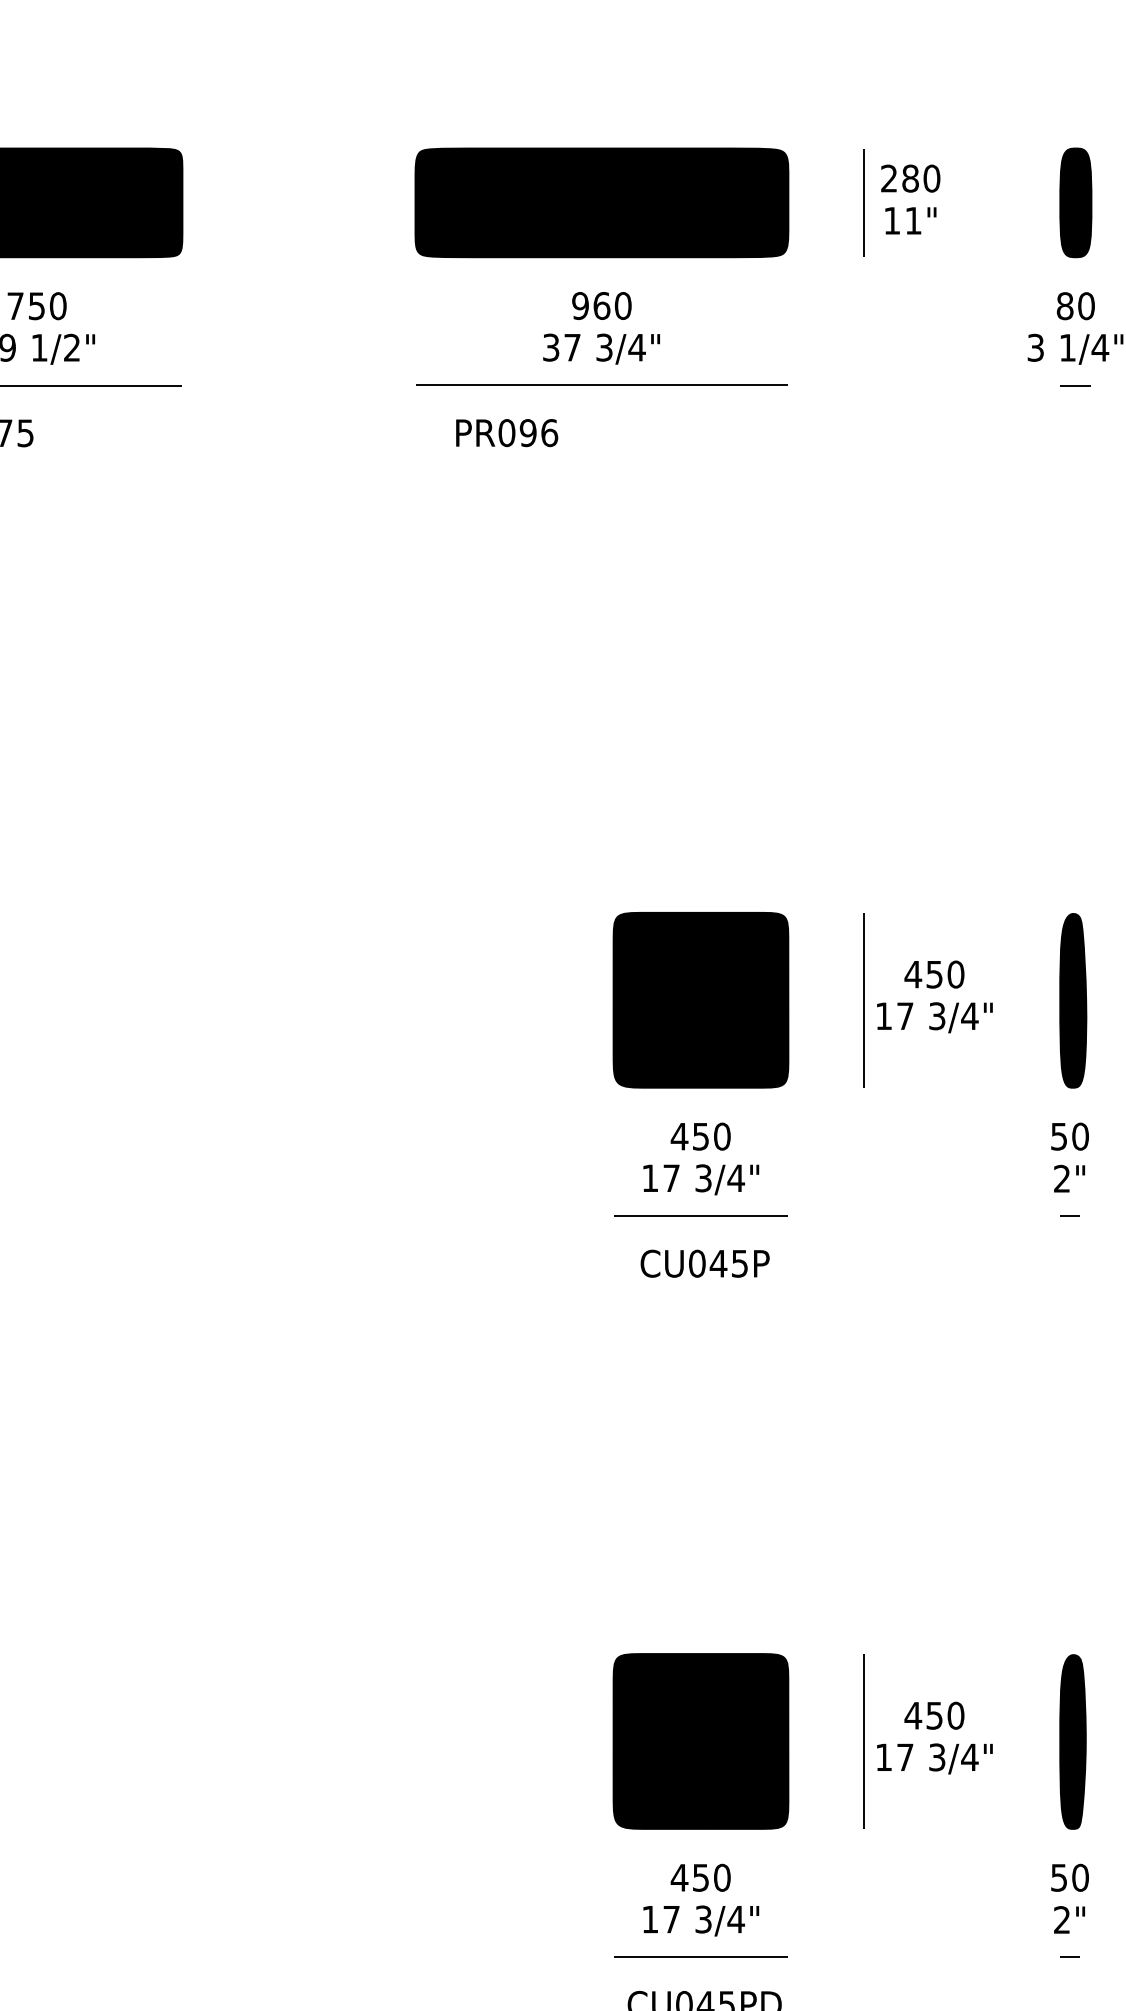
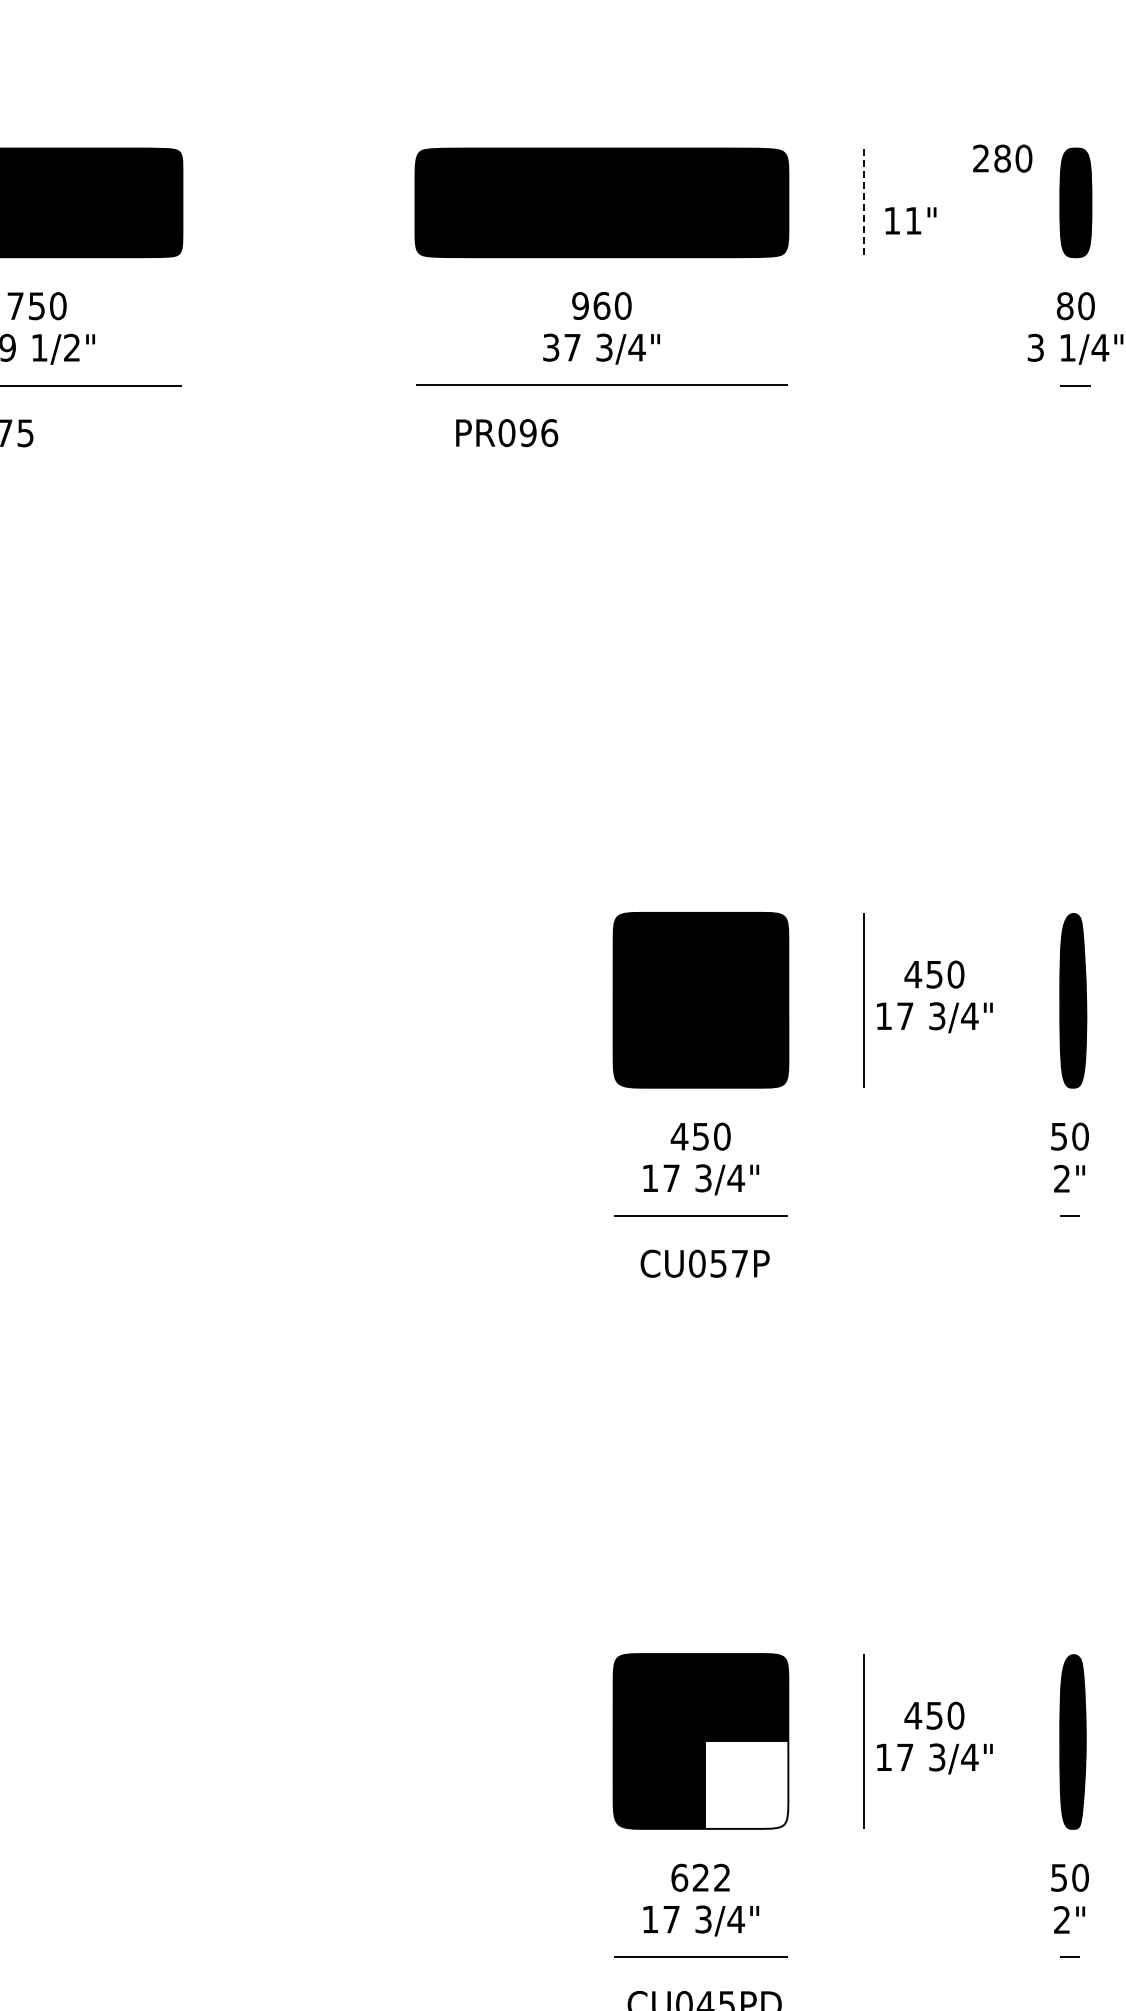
text at (910, 178) position: (910, 178) -> (1002, 158)
line at (863, 203): solid -> dashed
text at (728, 1263): CU045P -> CU057P
fill at (746, 1784): present -> none
text at (700, 1877): 450 -> 622
